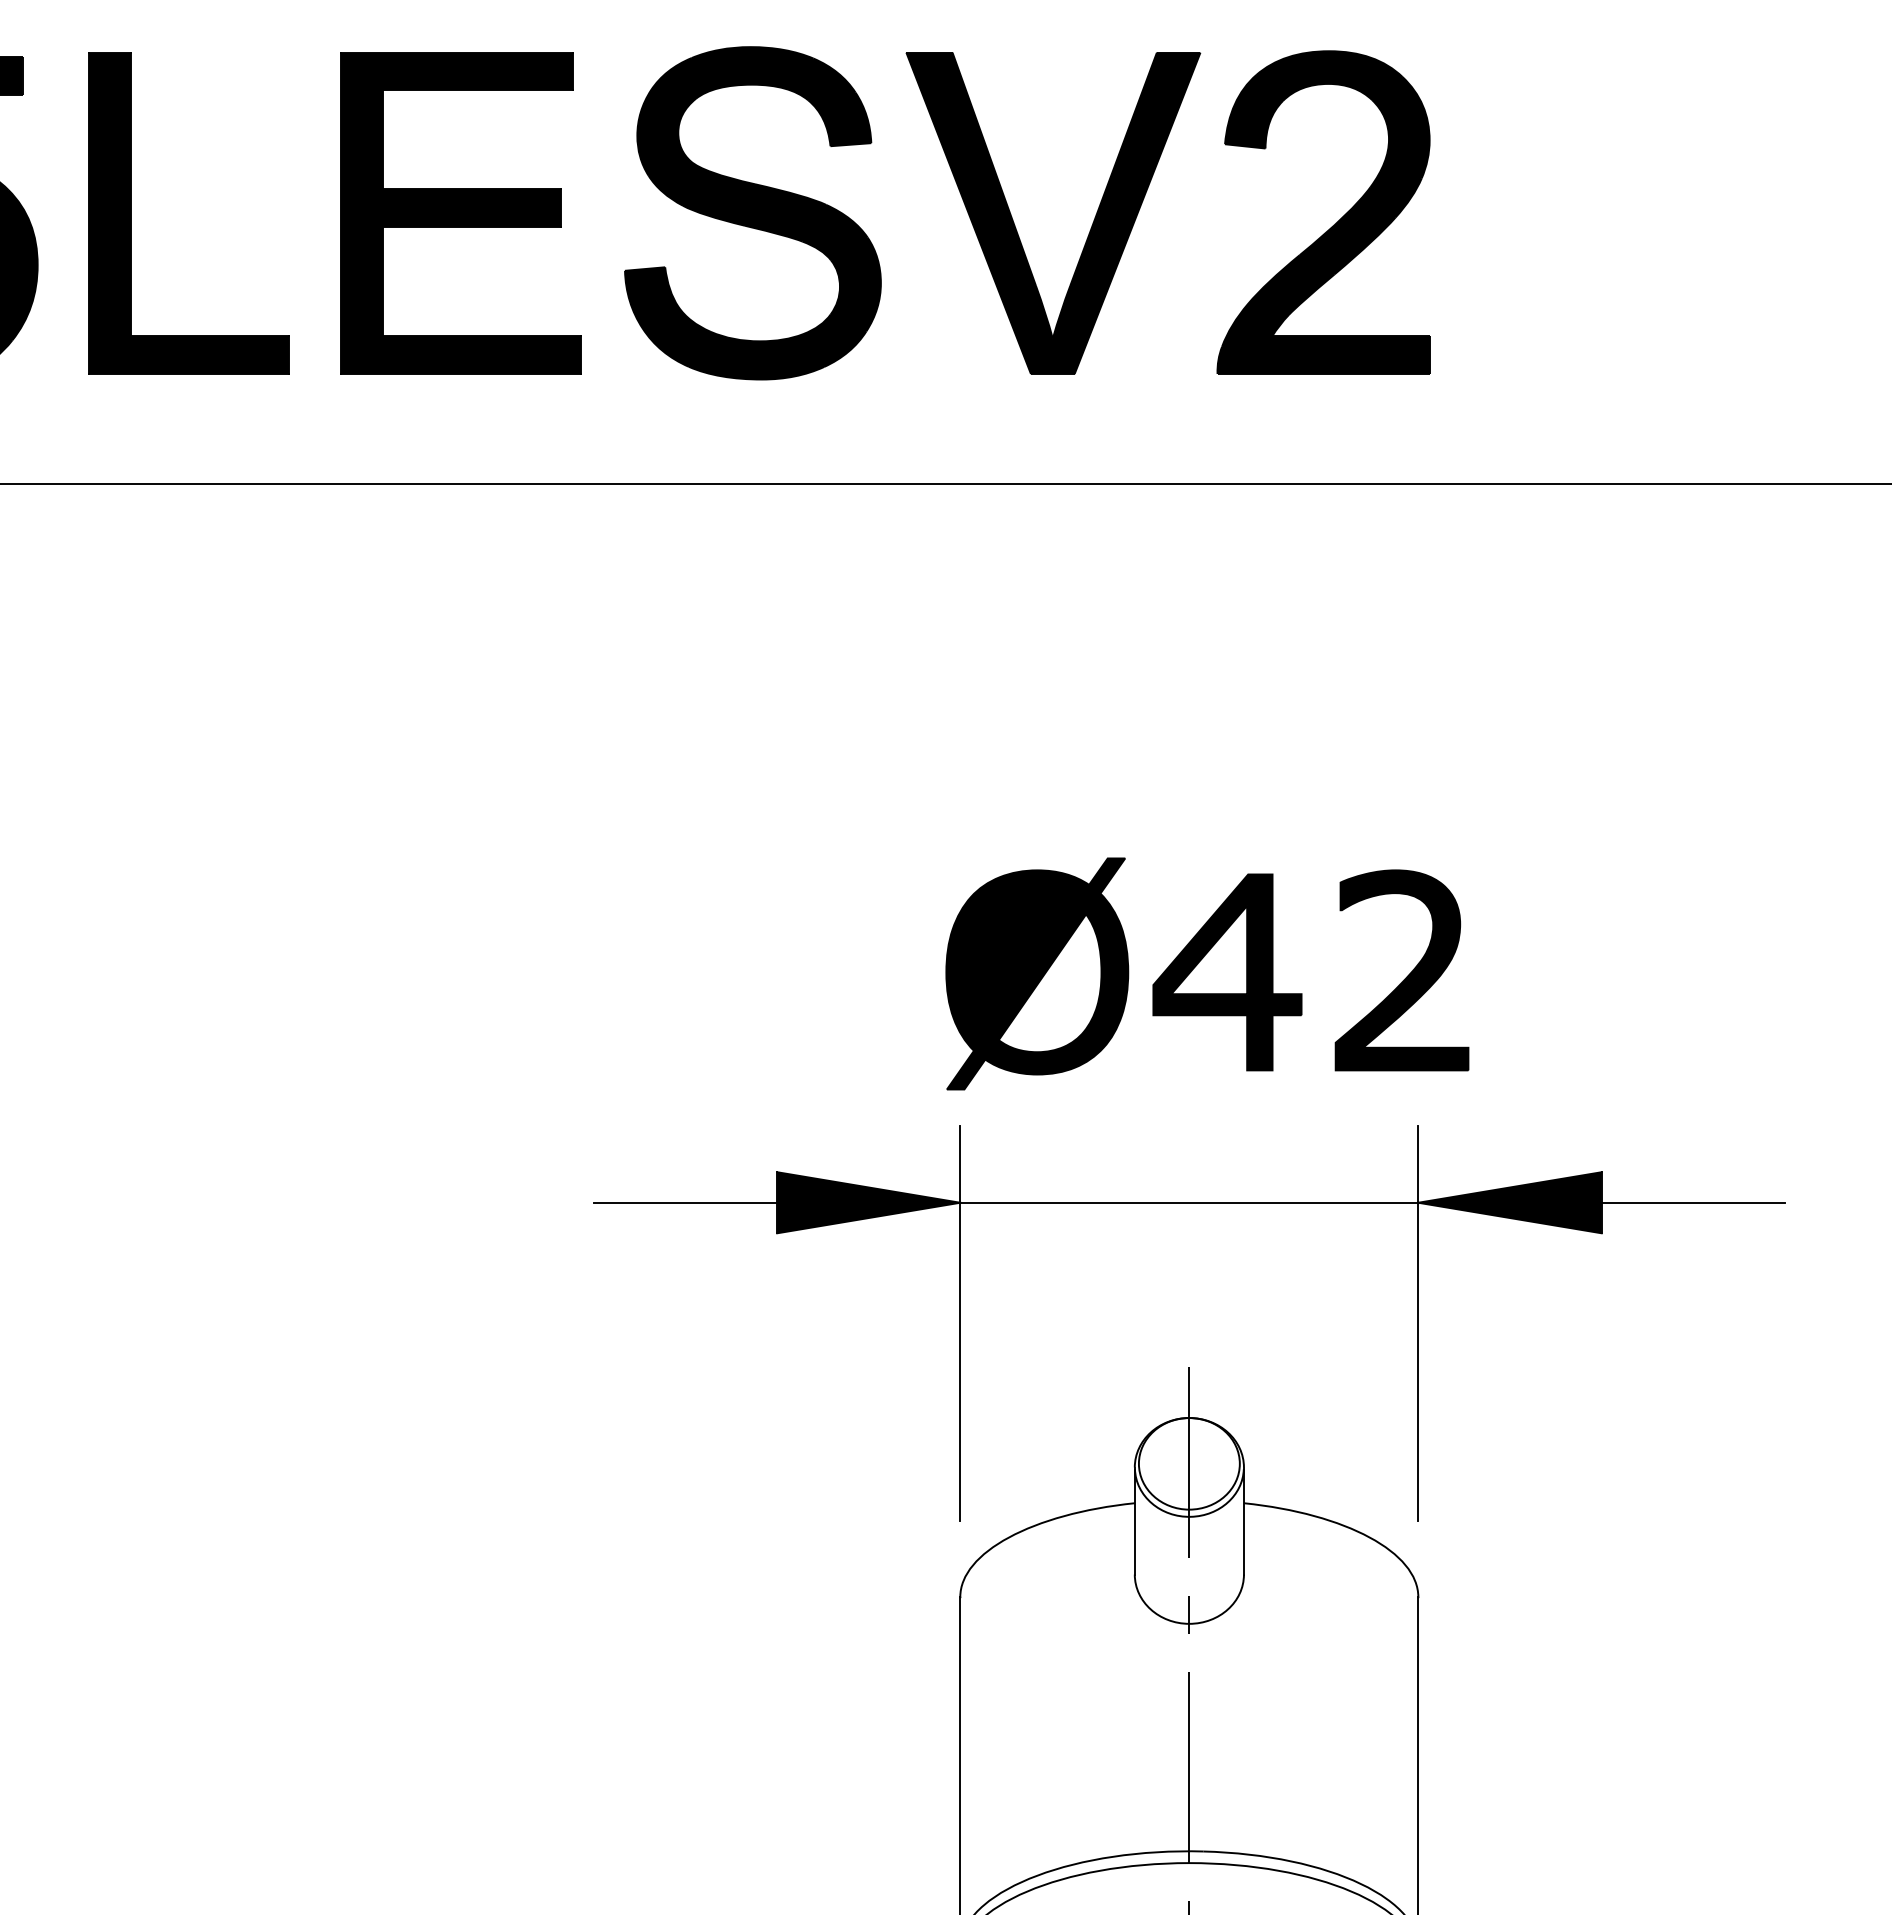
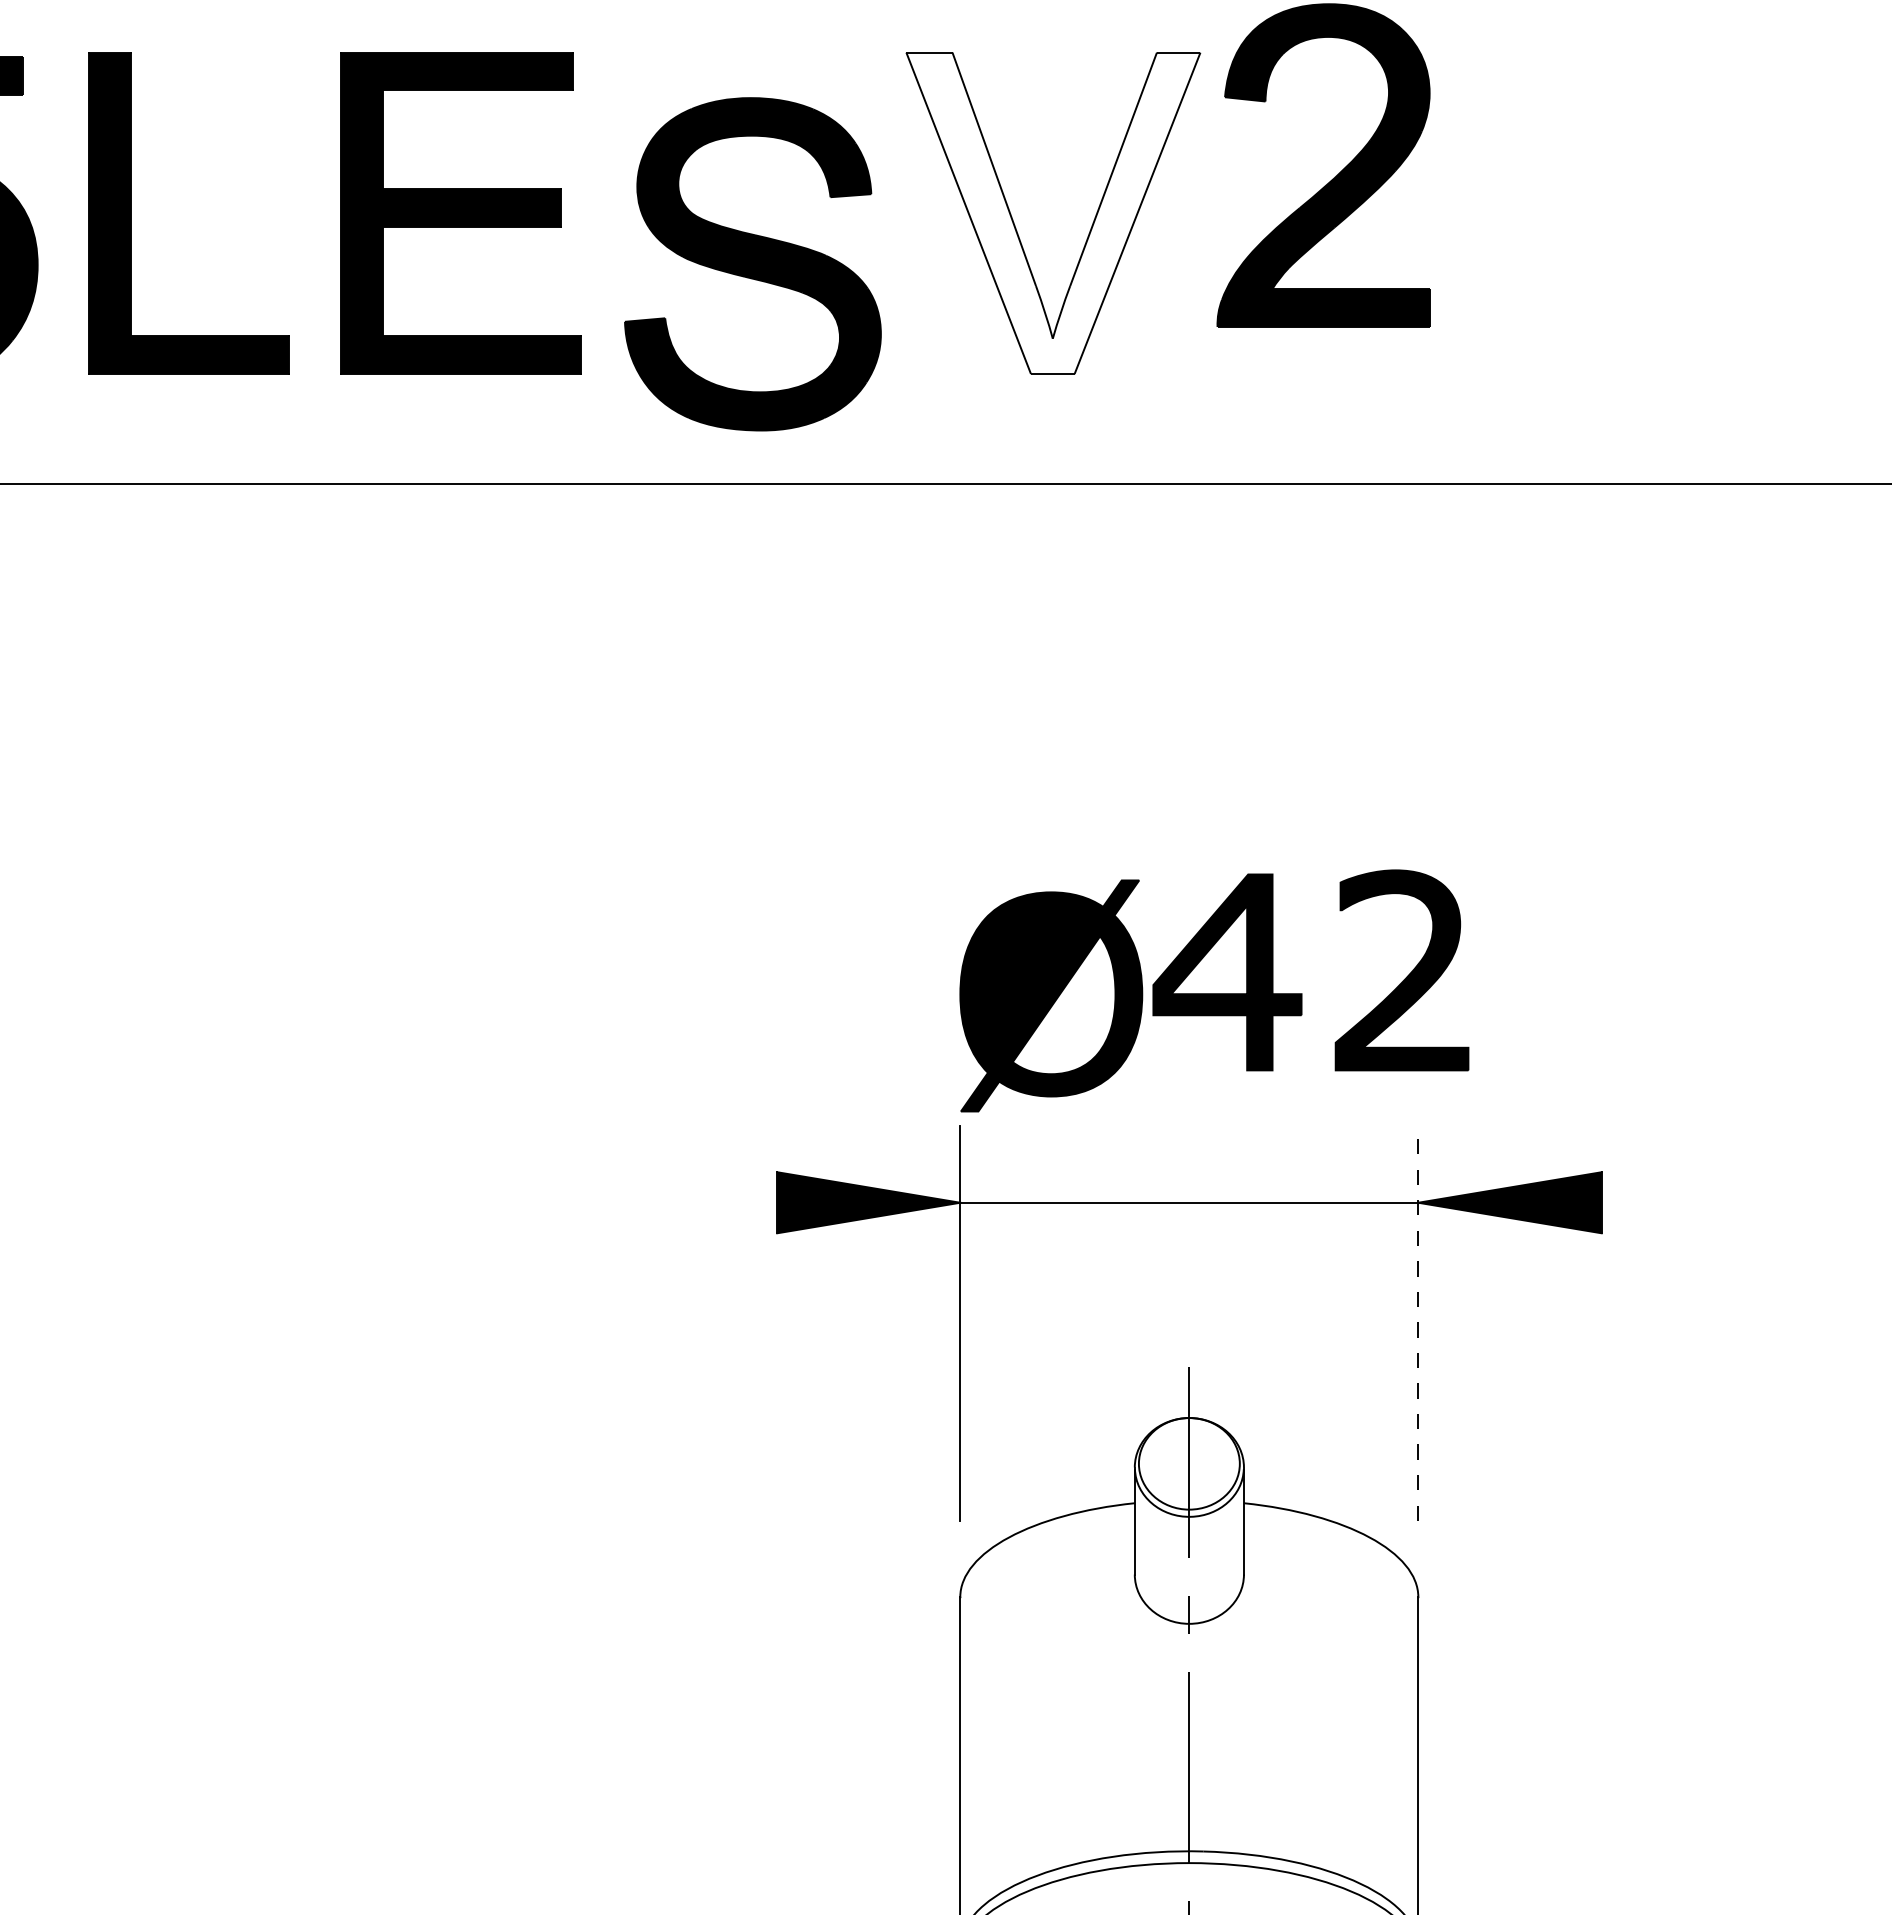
part at (752, 213) position: (752, 213) -> (752, 264)
fill at (1053, 213): present -> none
part at (1333, 224) position: (1333, 224) -> (1333, 177)
part at (1037, 973) position: (1037, 973) -> (1051, 995)
line at (685, 1202): present -> none
line at (1692, 1202): present -> none
line at (1418, 1323): solid -> dashed
